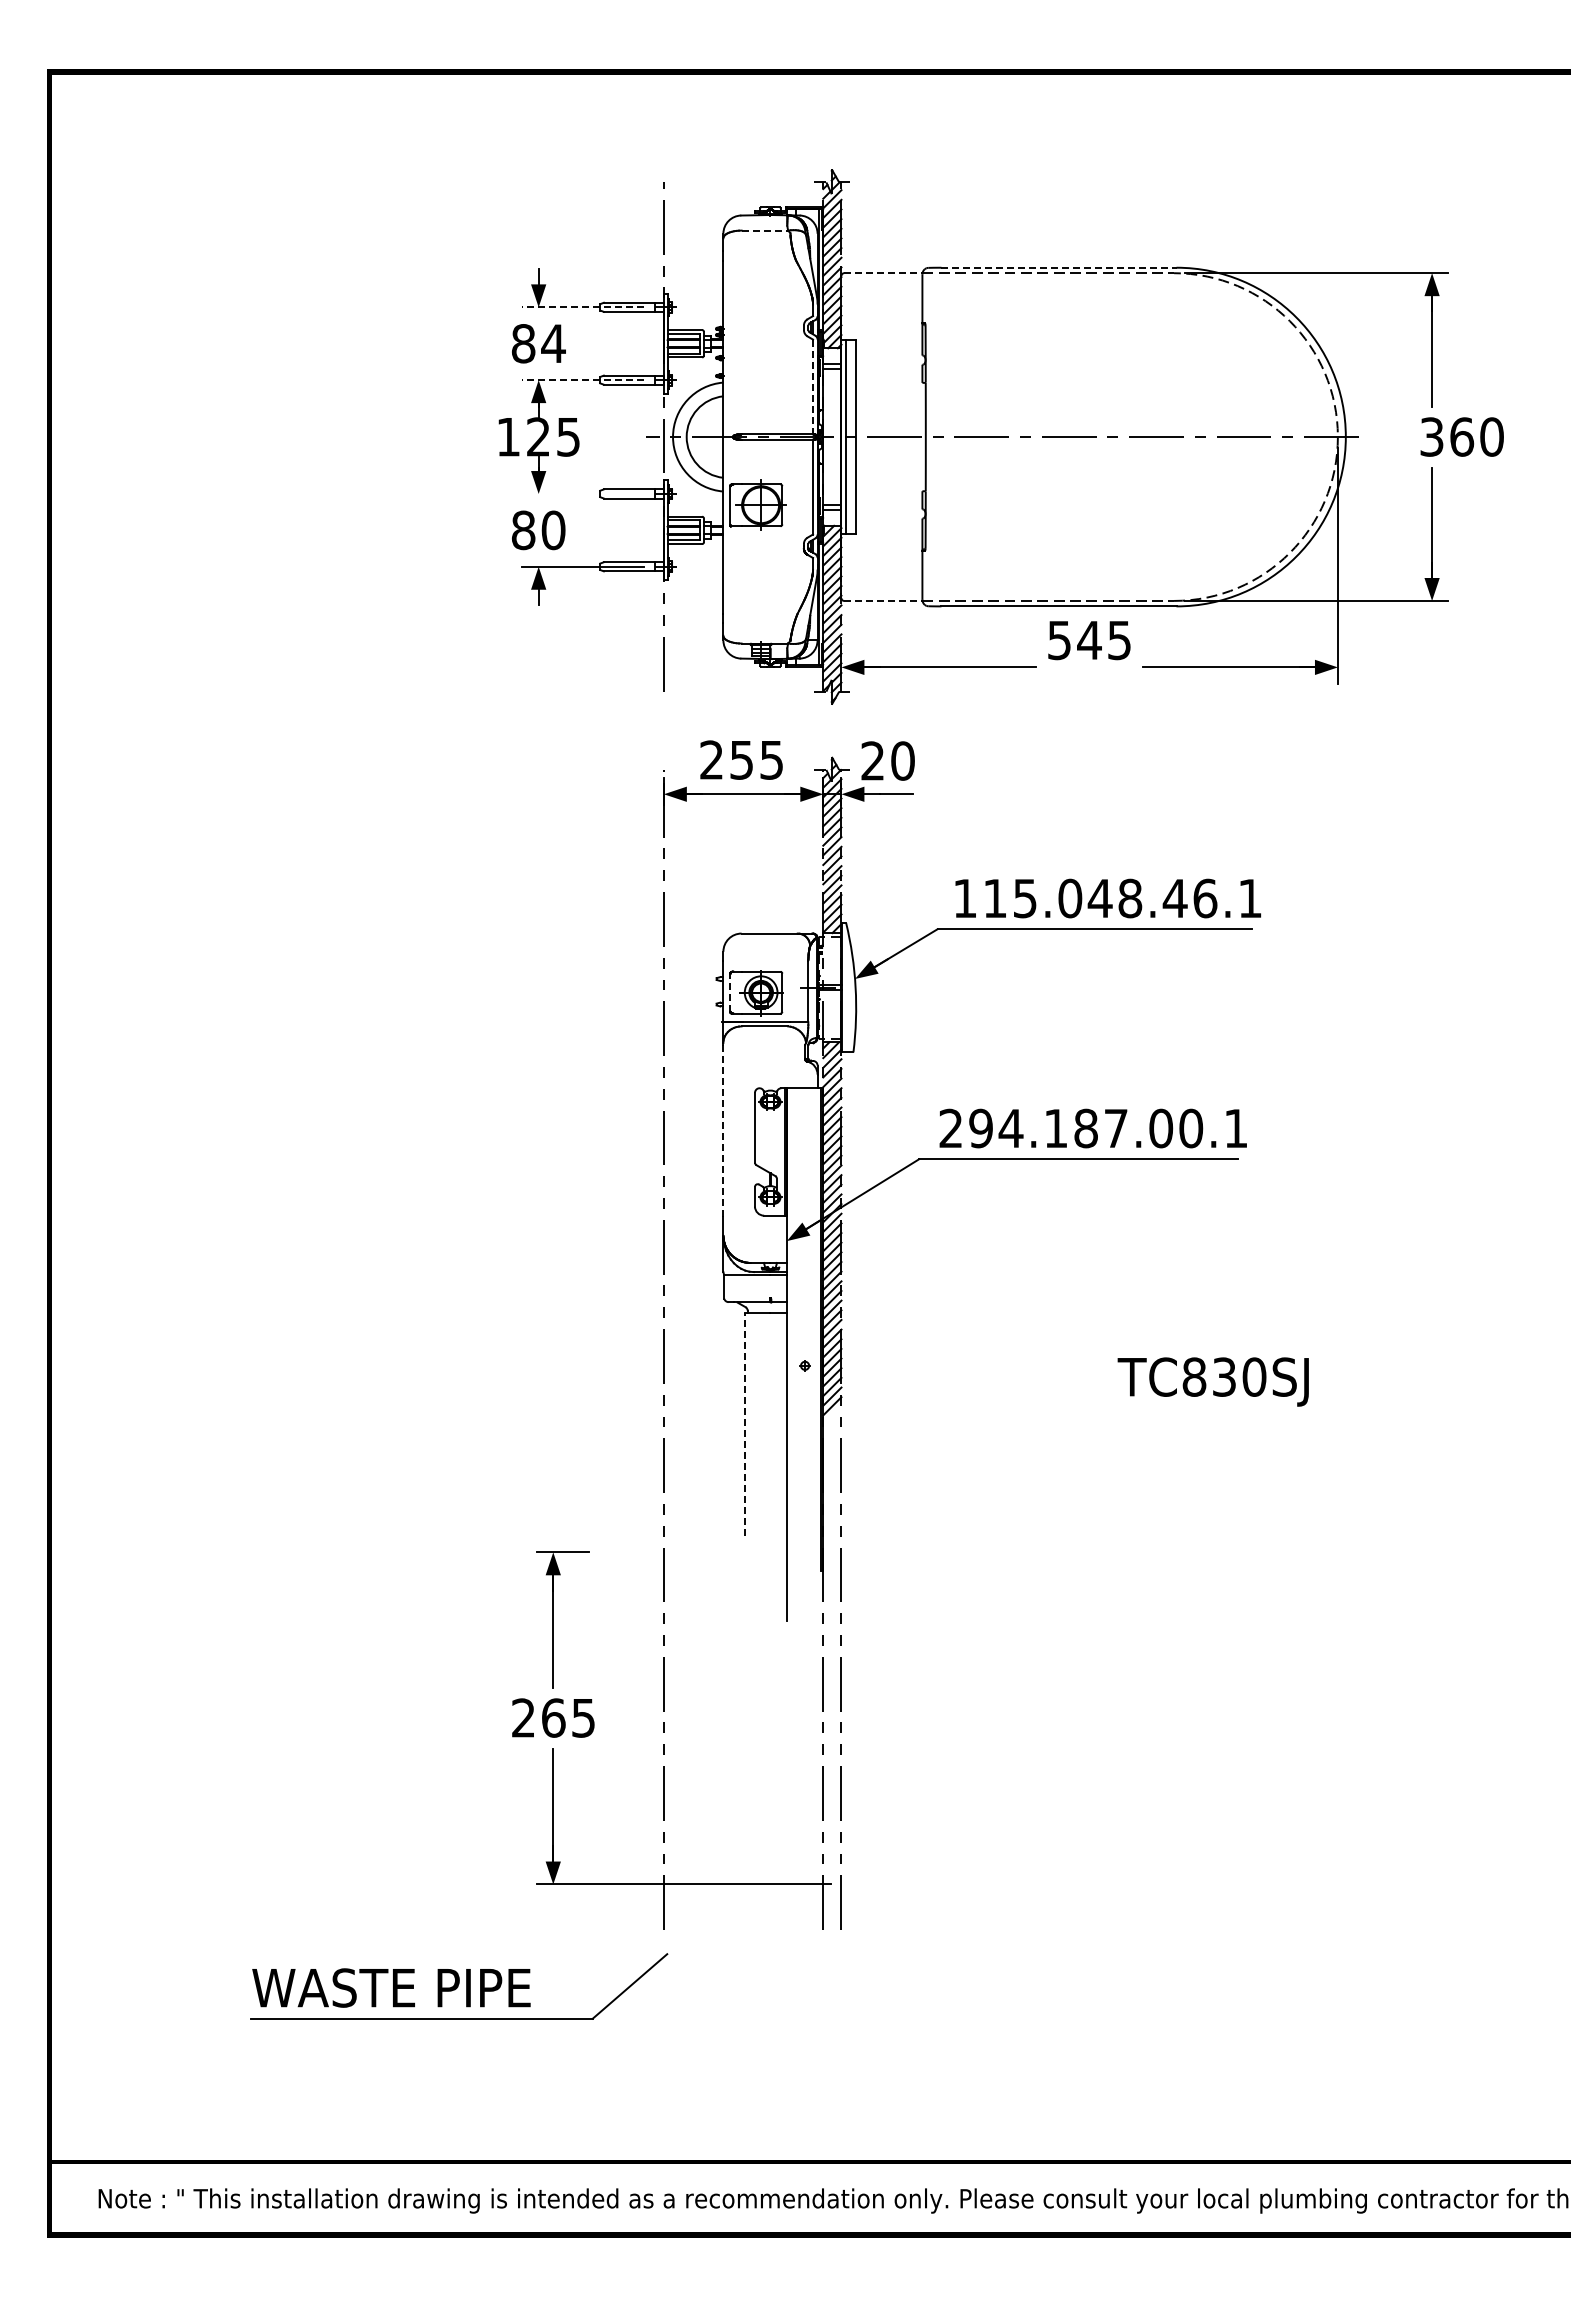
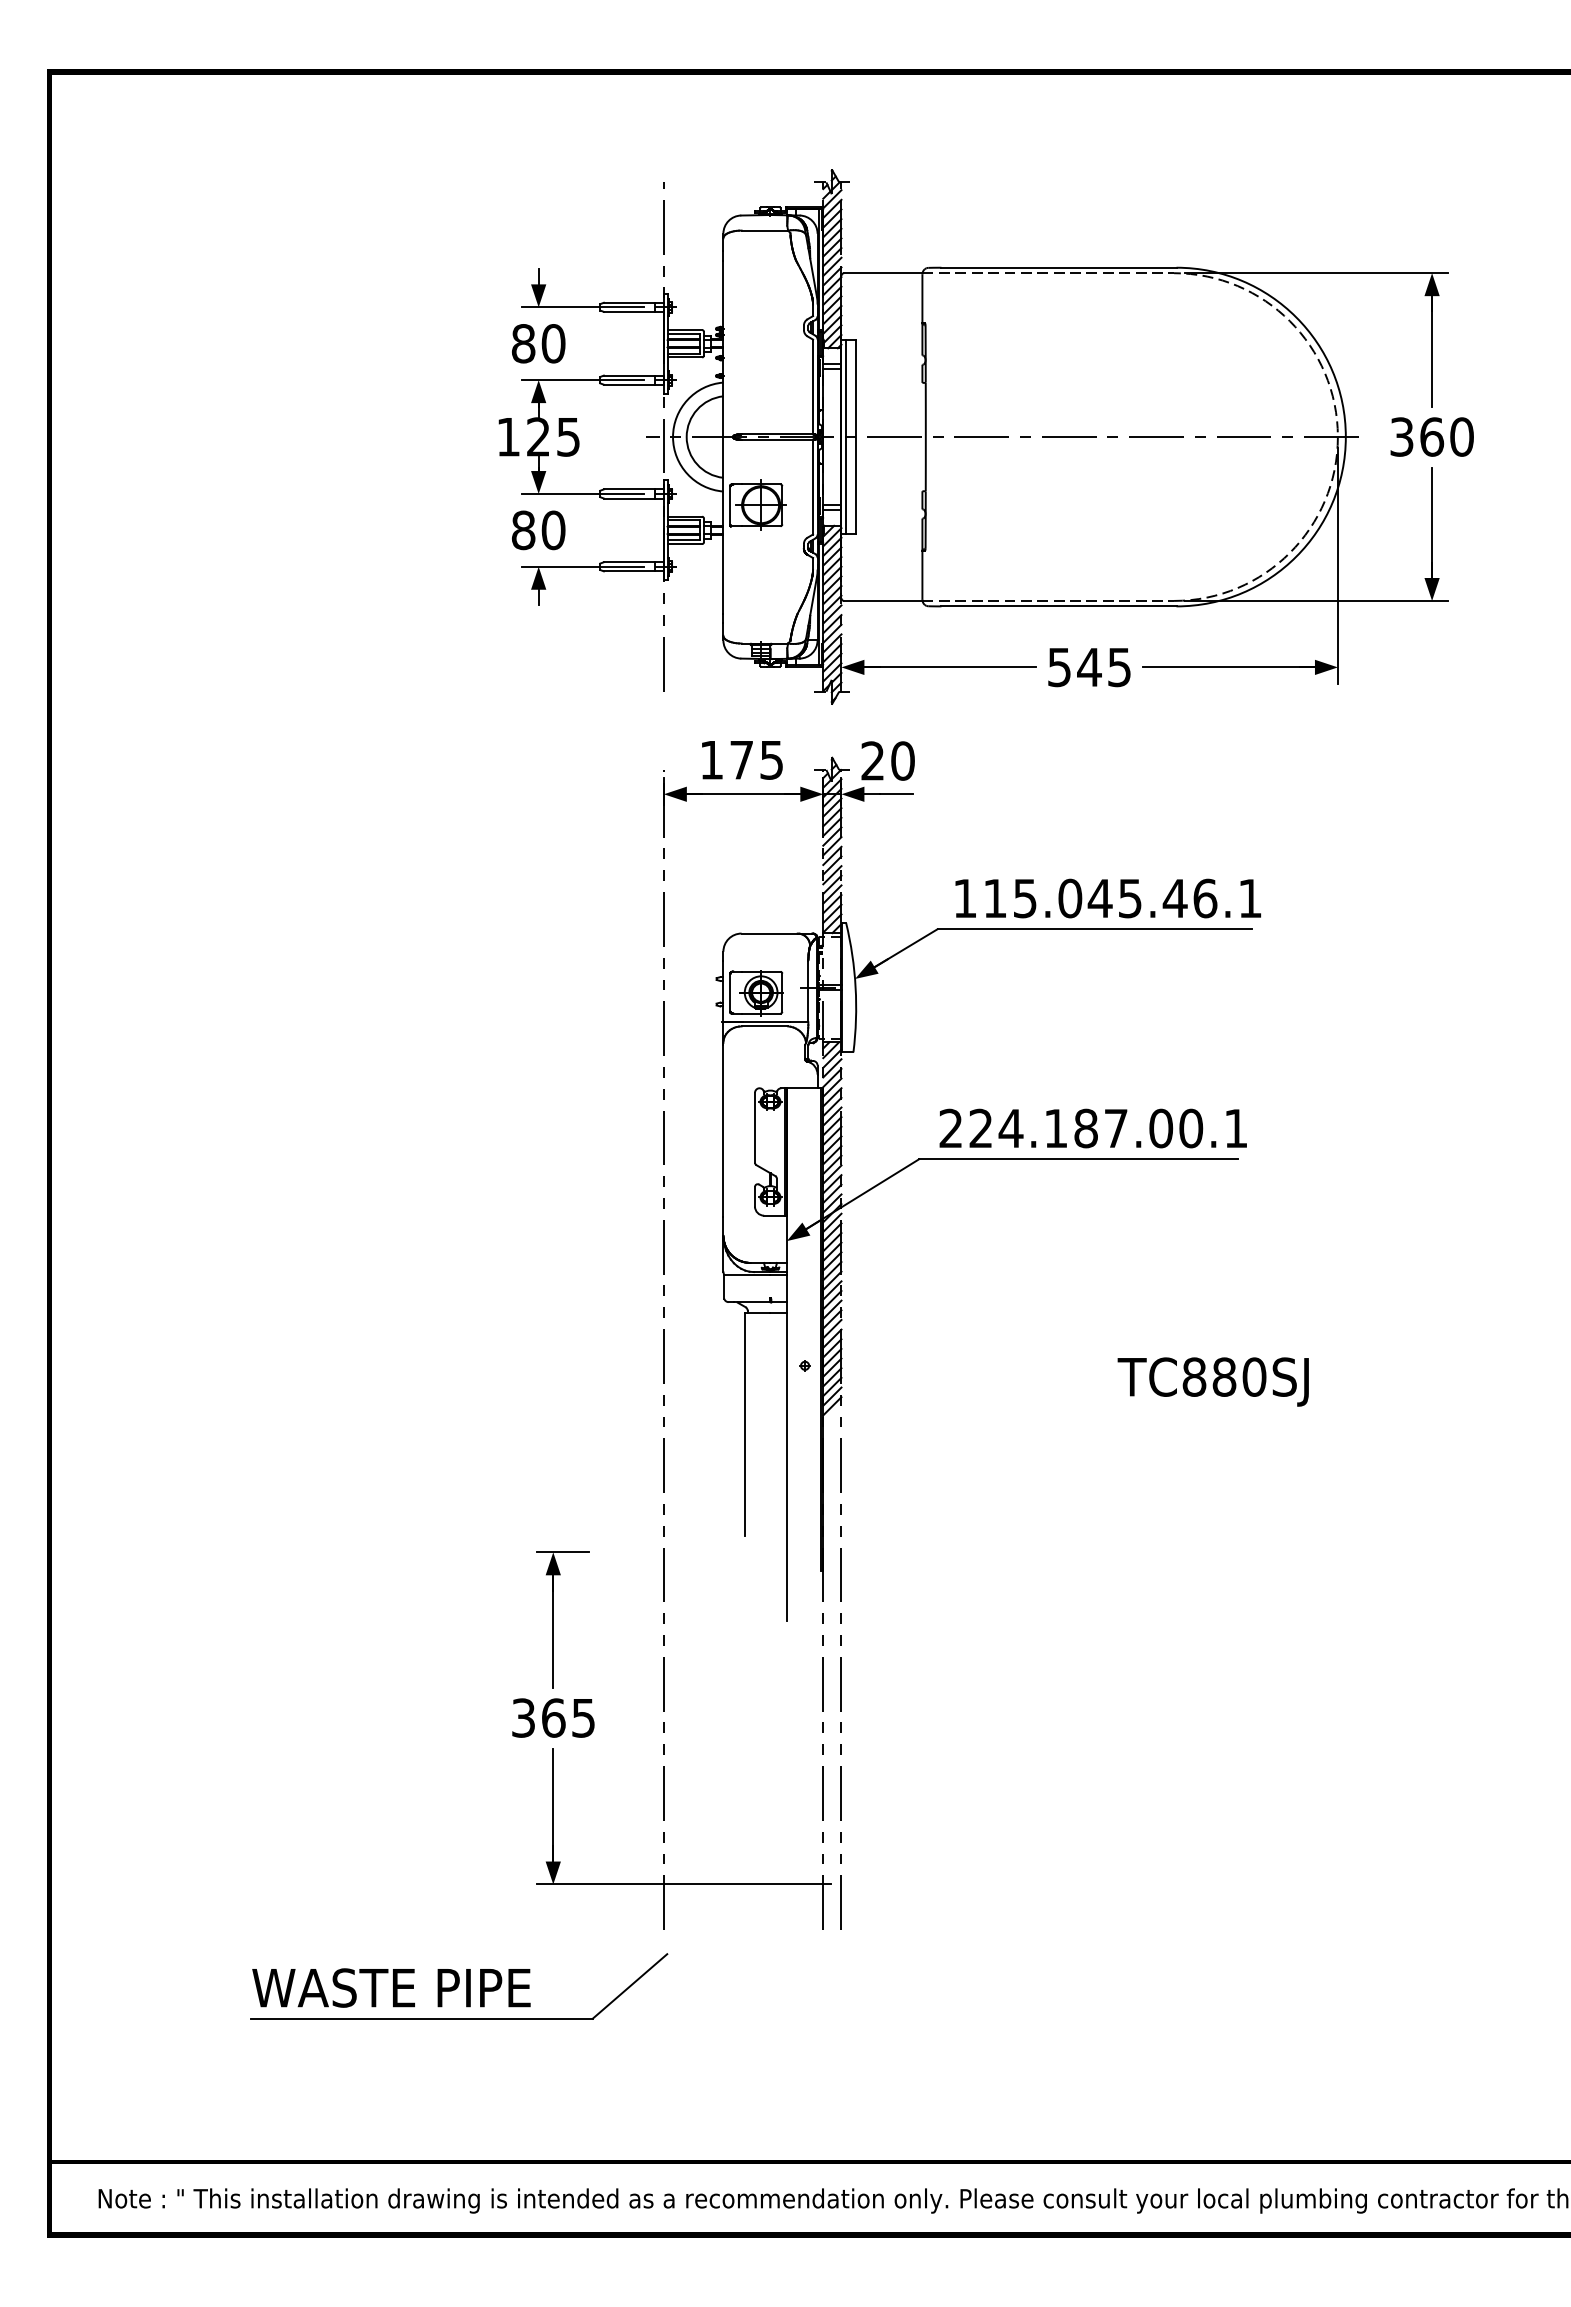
line at (765, 230): dashed -> solid
line at (1058, 267): dashed -> solid
line at (883, 273): dashed -> solid
line at (583, 307): dashed -> solid
text at (553, 343): 84 -> 80
line at (583, 380): dashed -> solid
line at (813, 387): dashed -> solid
text at (1461, 436) position: (1461, 436) -> (1431, 436)
line at (582, 493): none -> present
line at (883, 600): dashed -> solid
text at (1089, 640) position: (1089, 640) -> (1089, 667)
text at (726, 759): 255 -> 175
text at (1130, 898): 115.048.46.1 -> 115.045.46.1
line at (730, 992): dashed -> solid
text at (980, 1128): 294.187.00.1 -> 224.187.00.1
line at (723, 1130): dashed -> solid
text at (1224, 1376): TC830SJ -> TC880SJ
line at (745, 1424): dashed -> solid
text at (523, 1717): 265 -> 365
